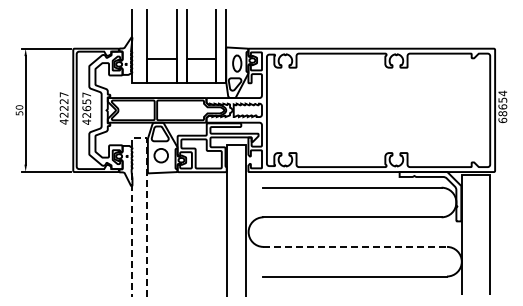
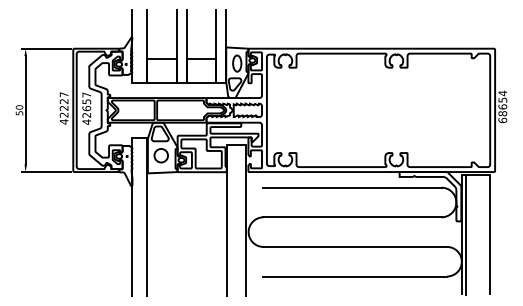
line at (139, 137): dashed -> solid
line at (465, 234): none -> present
line at (355, 246): dashed -> solid
